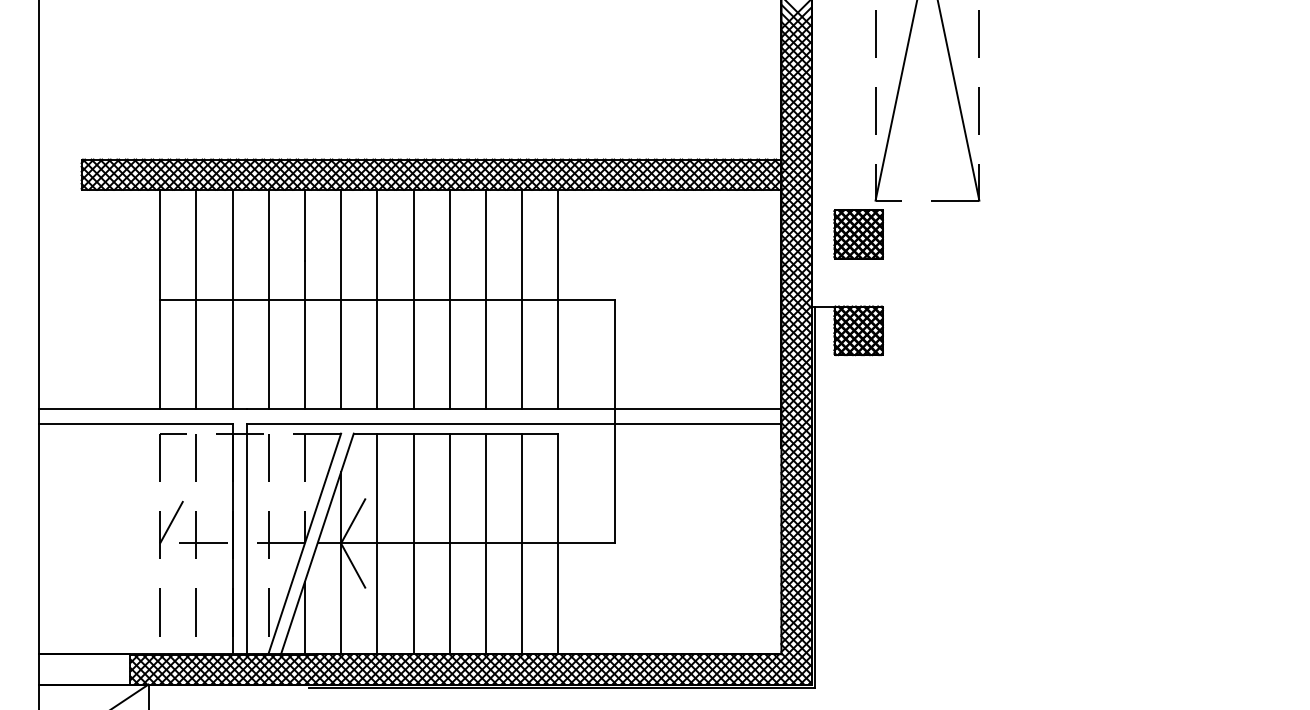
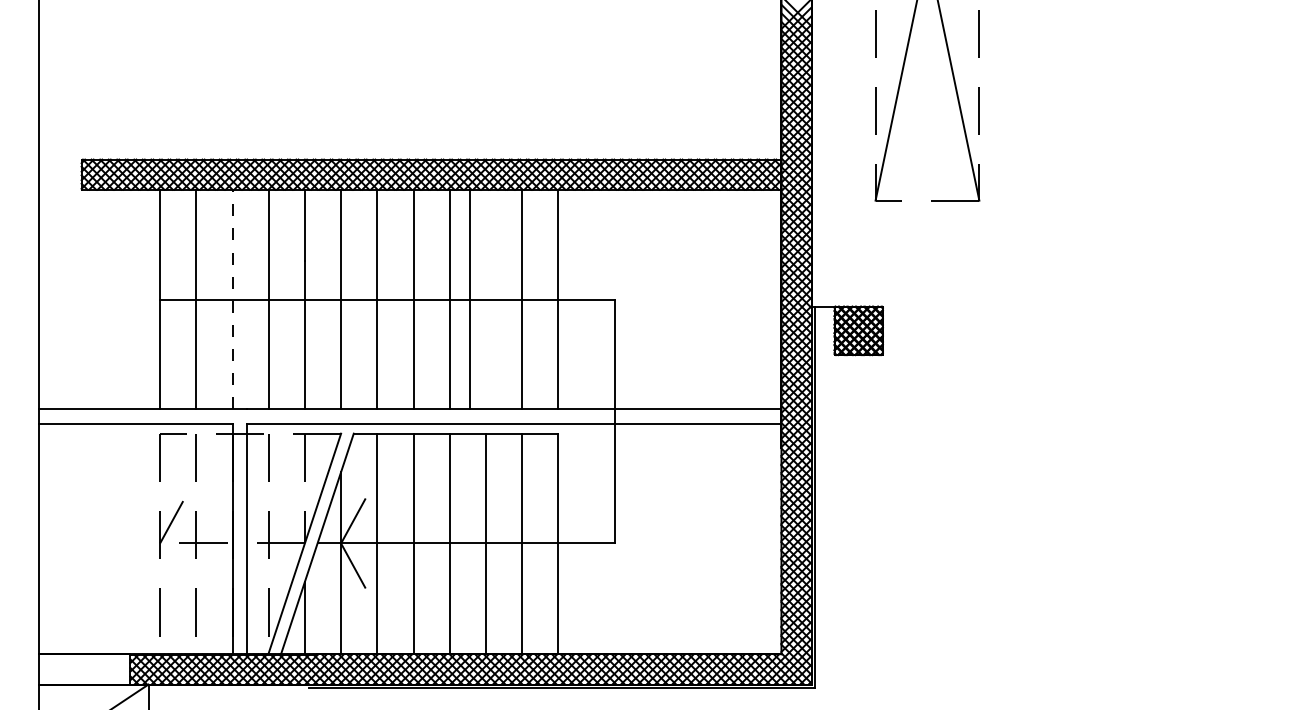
part at (858, 234): present -> none
line at (232, 299): solid -> dashed
line at (485, 299) position: (485, 299) -> (469, 299)
